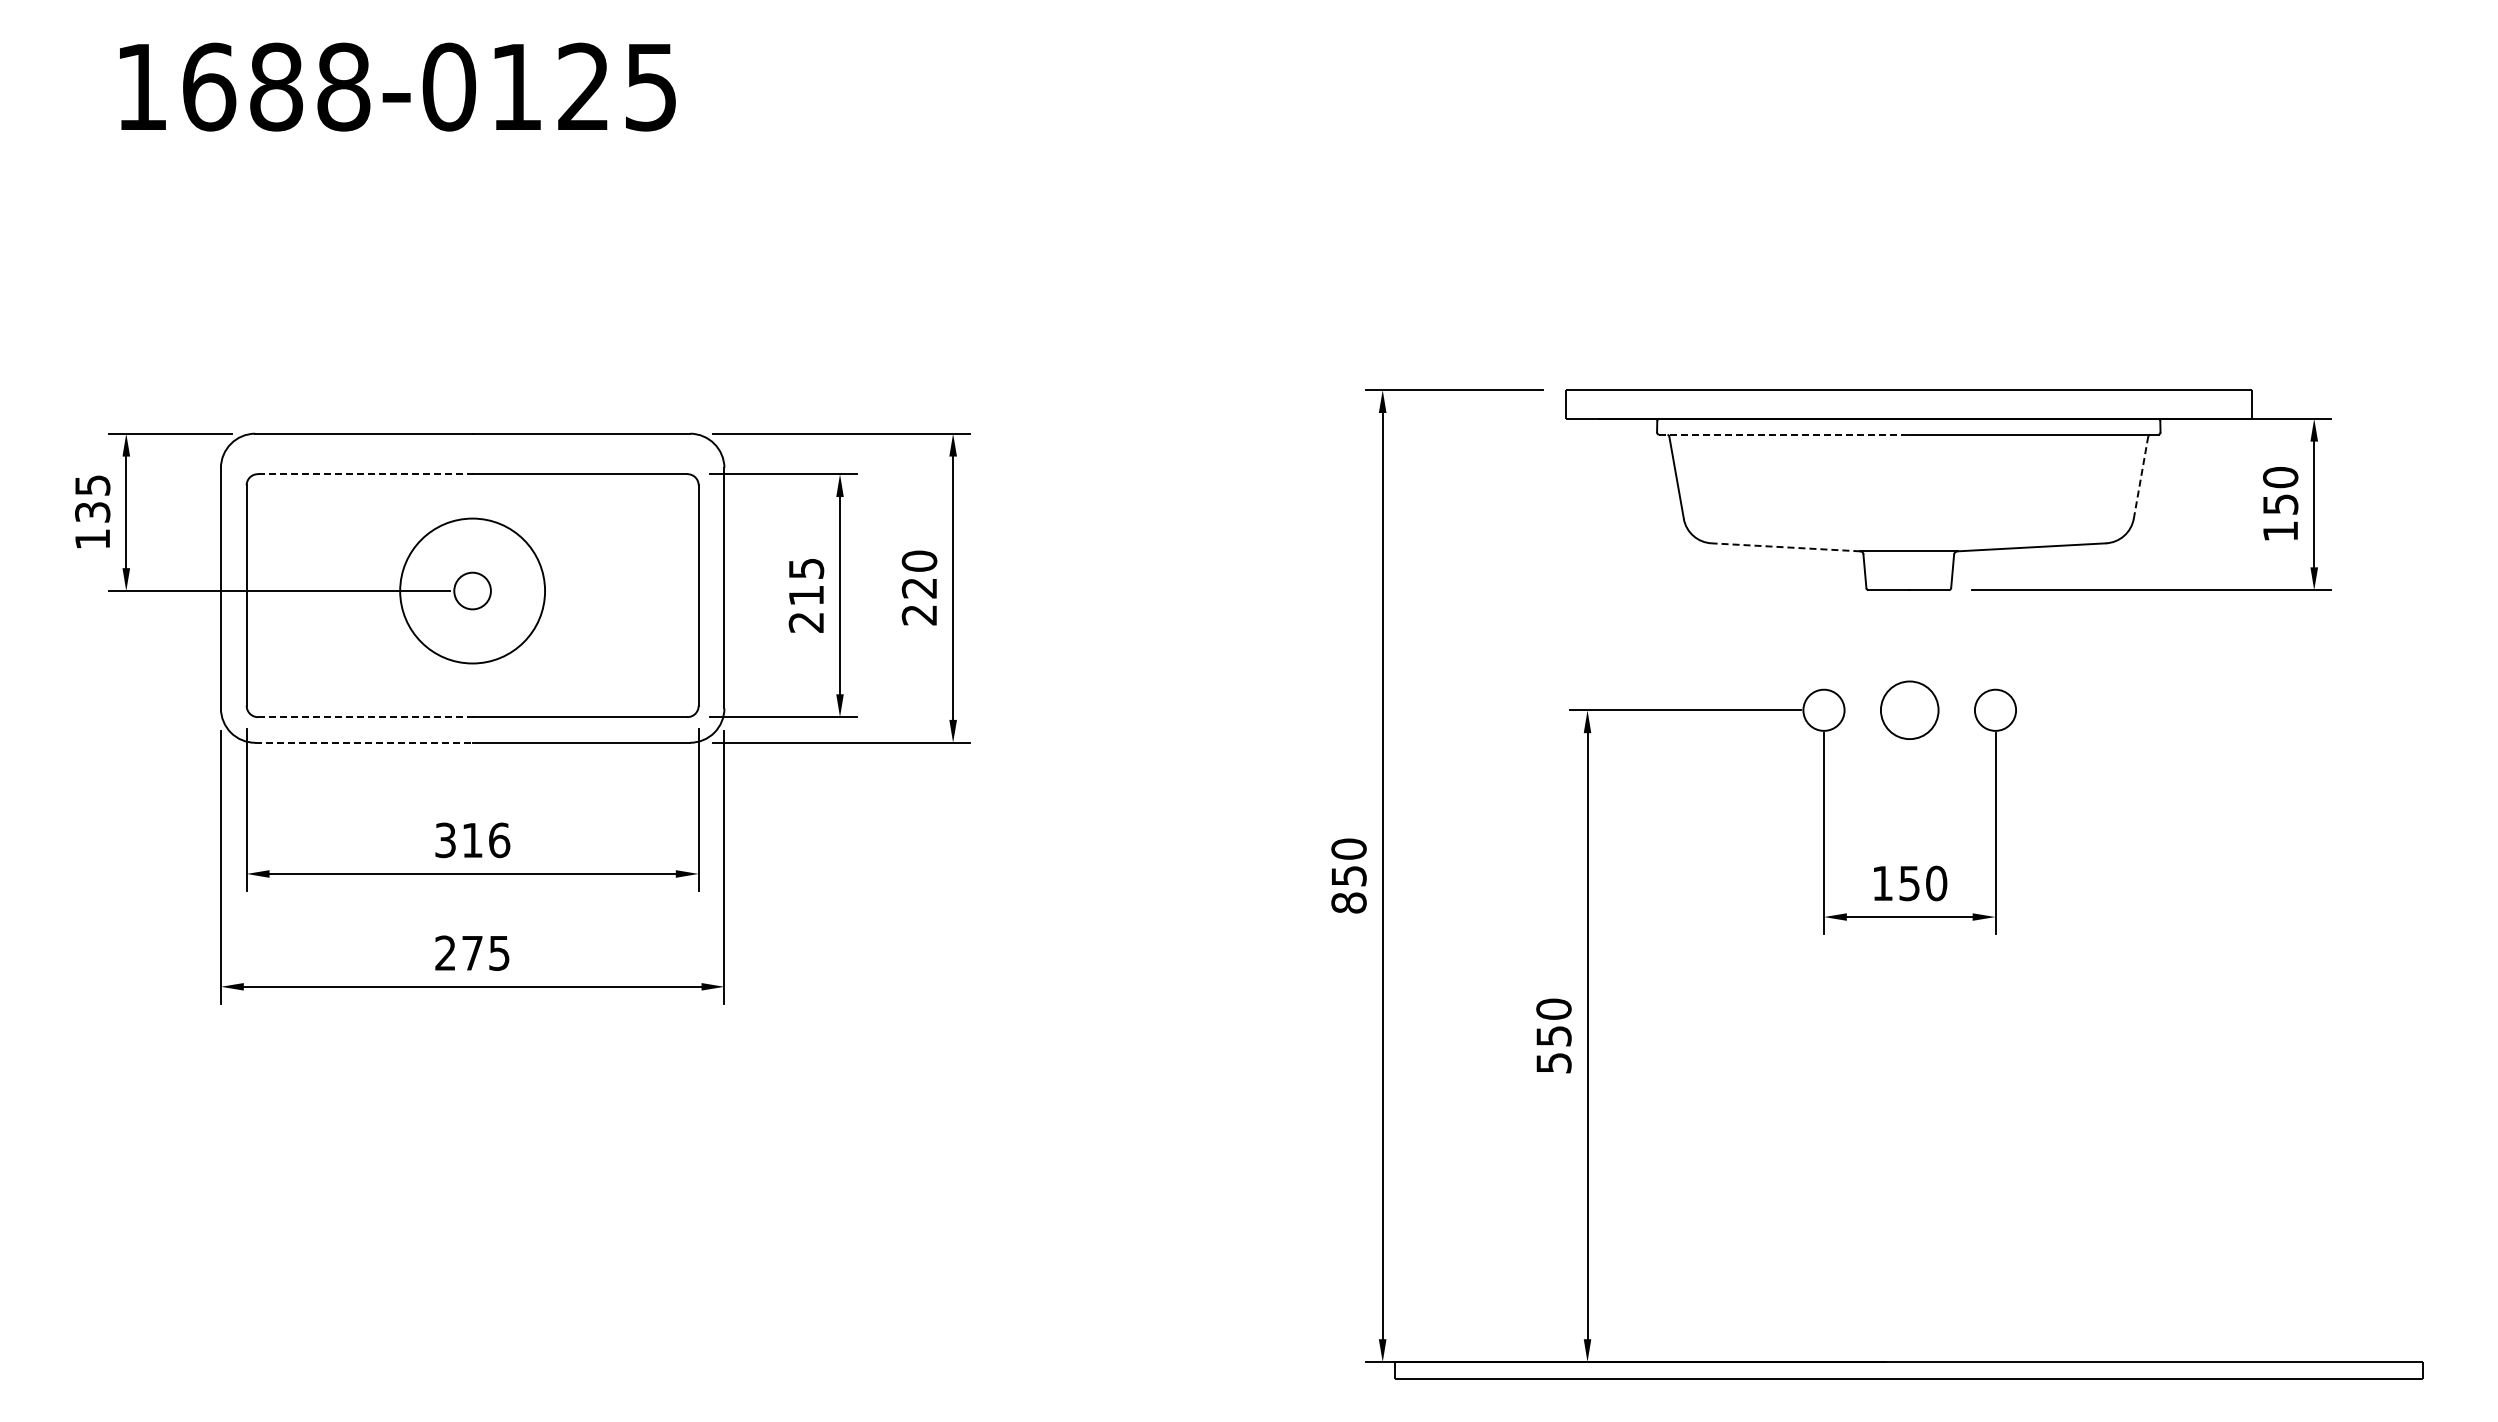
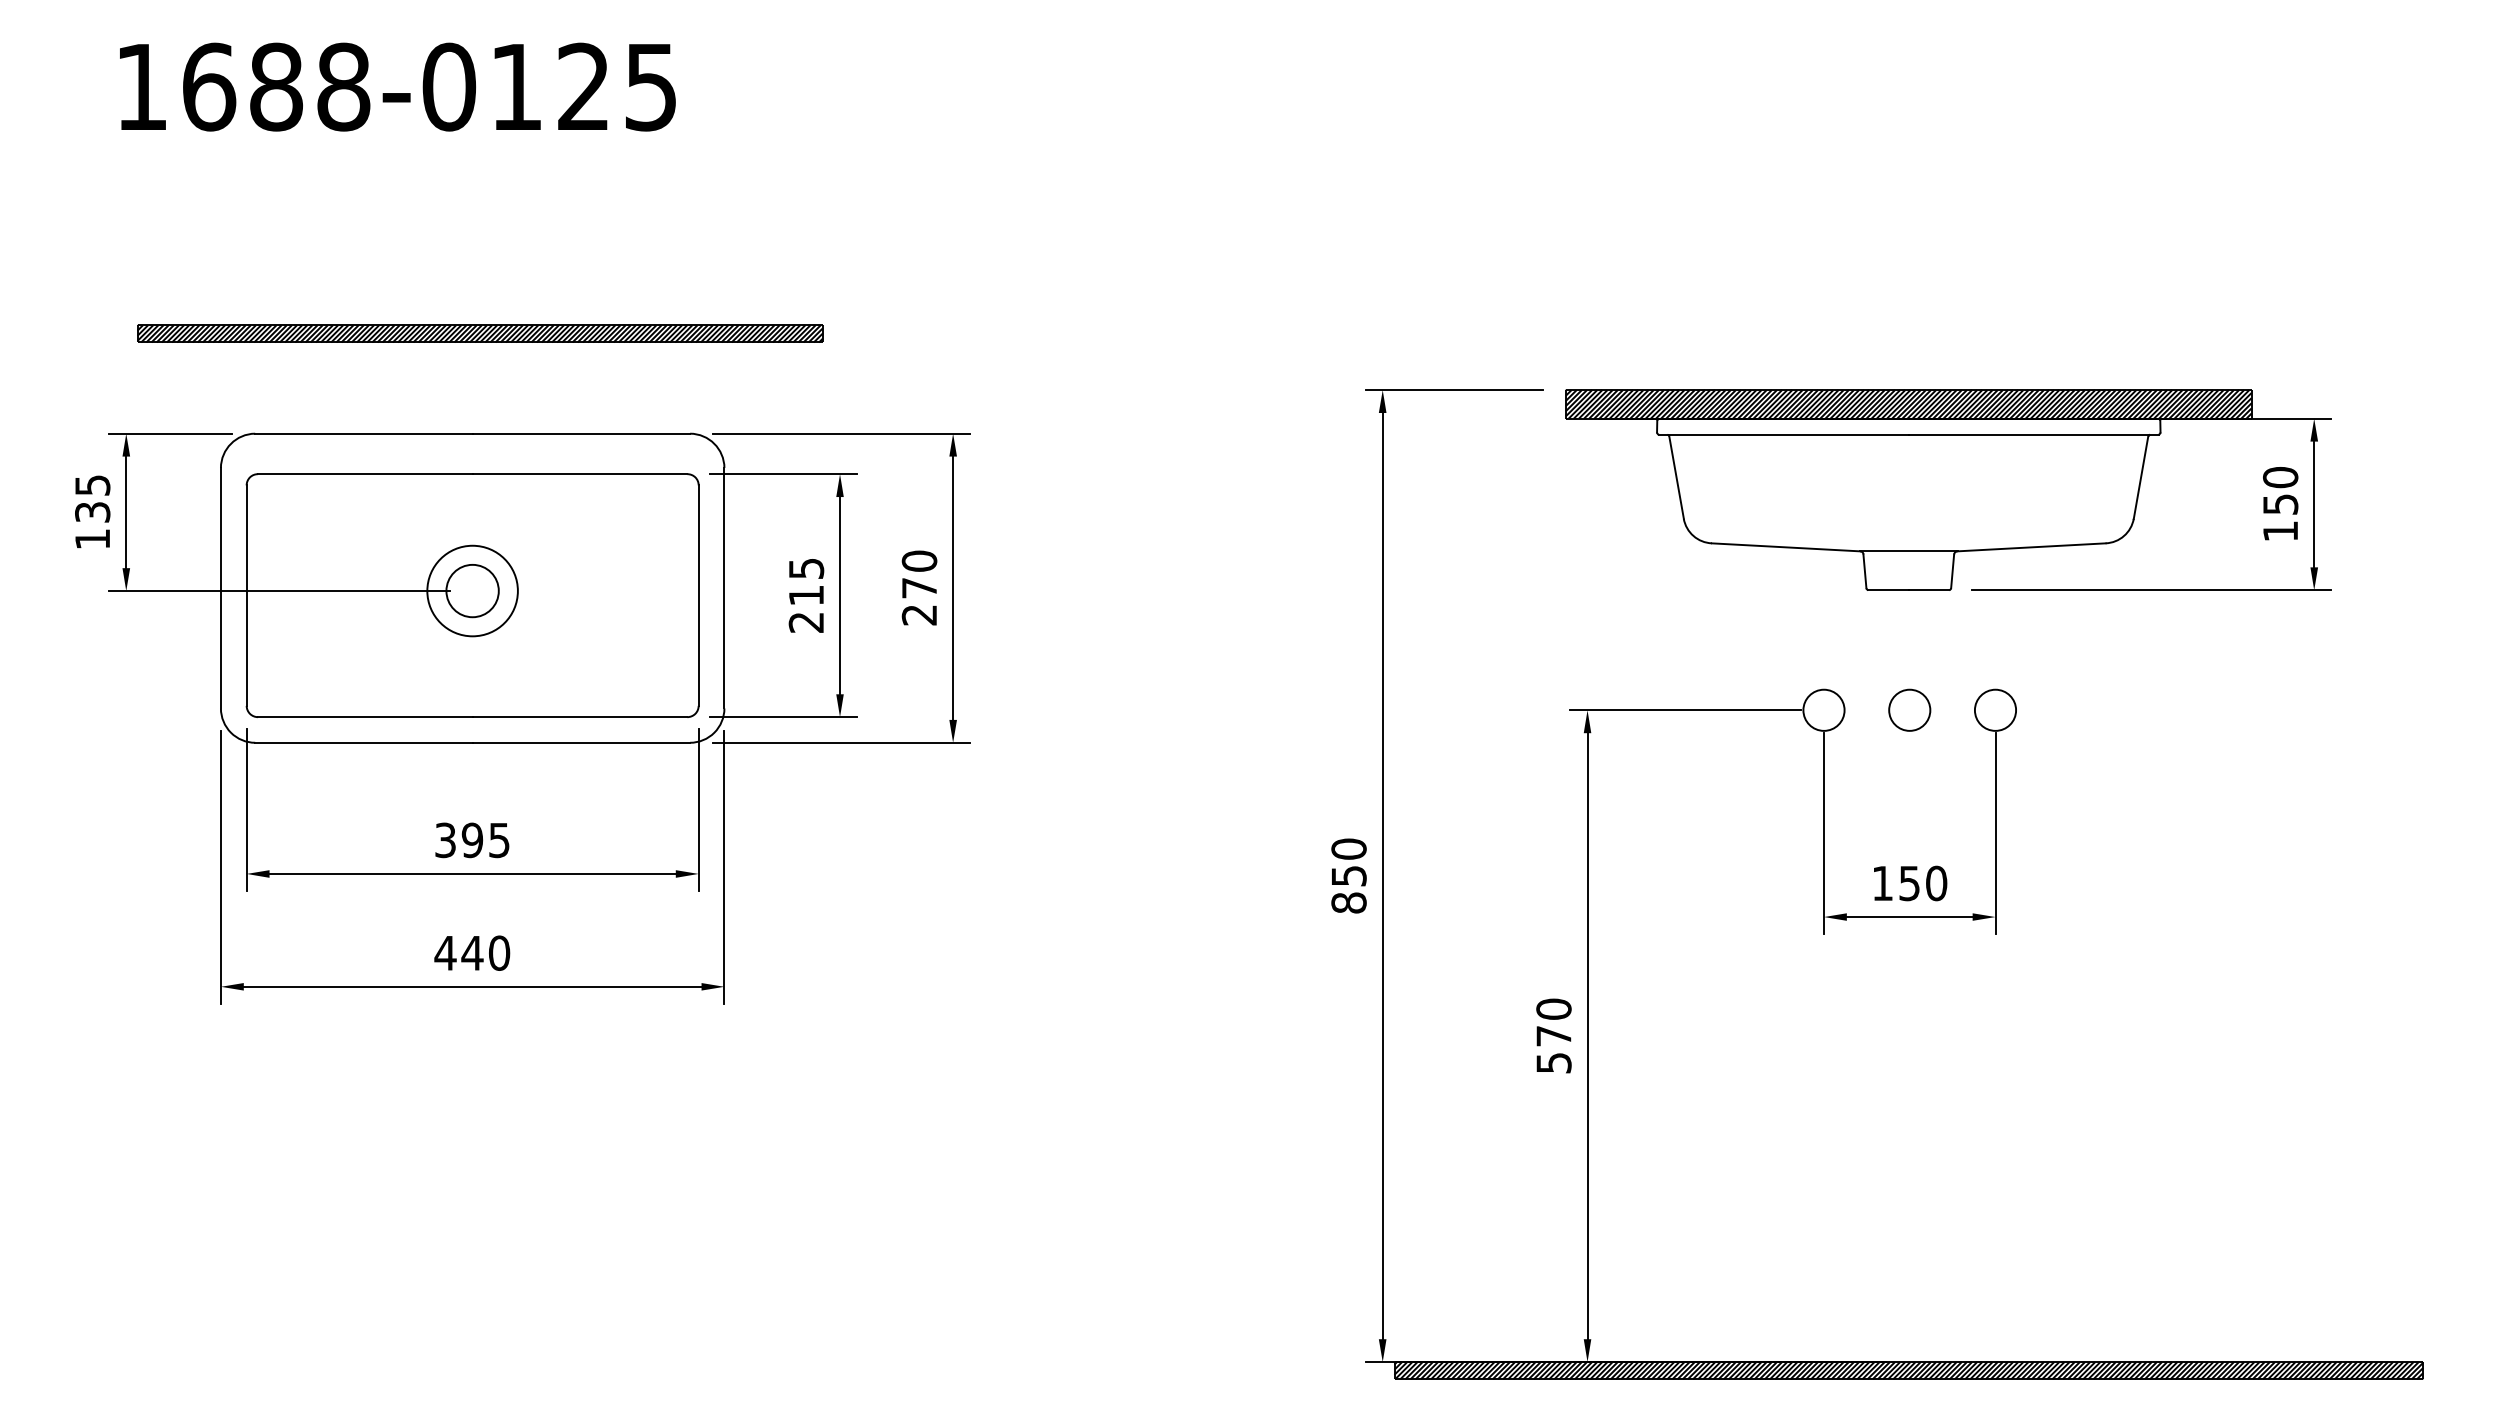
part at (480, 333): none -> present
hatch at (1908, 404): none -> present
line at (1783, 434): dashed -> solid
line at (365, 474): dashed -> solid
line at (2141, 477): dashed -> solid
line at (1785, 547): dashed -> solid
text at (918, 588): 220 -> 270
circle at (472, 590) diameter: 145 px -> 91 px
circle at (472, 590) diameter: 37 px -> 52 px
circle at (1909, 710) diameter: 58 px -> 41 px
line at (365, 717): dashed -> solid
line at (363, 742): dashed -> solid
text at (485, 840): 316 -> 395
text at (472, 952): 275 -> 440
text at (1553, 1036): 550 -> 570
hatch at (1908, 1370): none -> present
